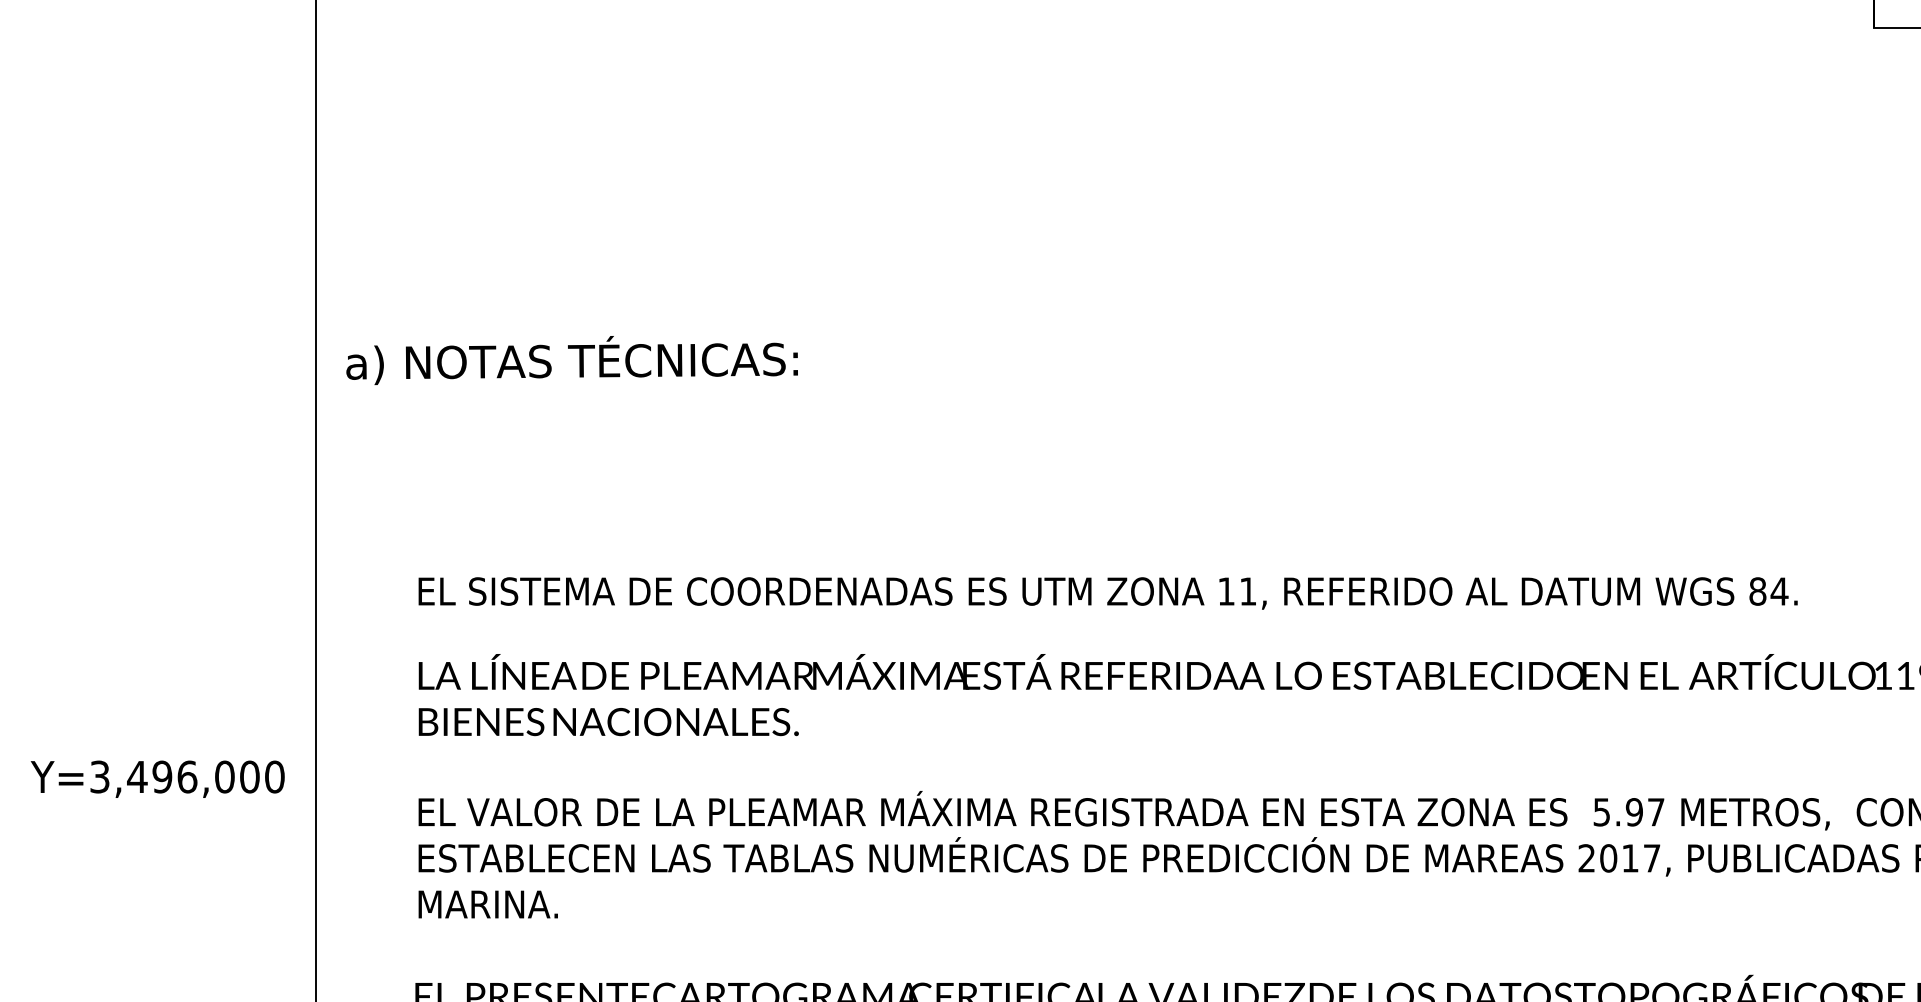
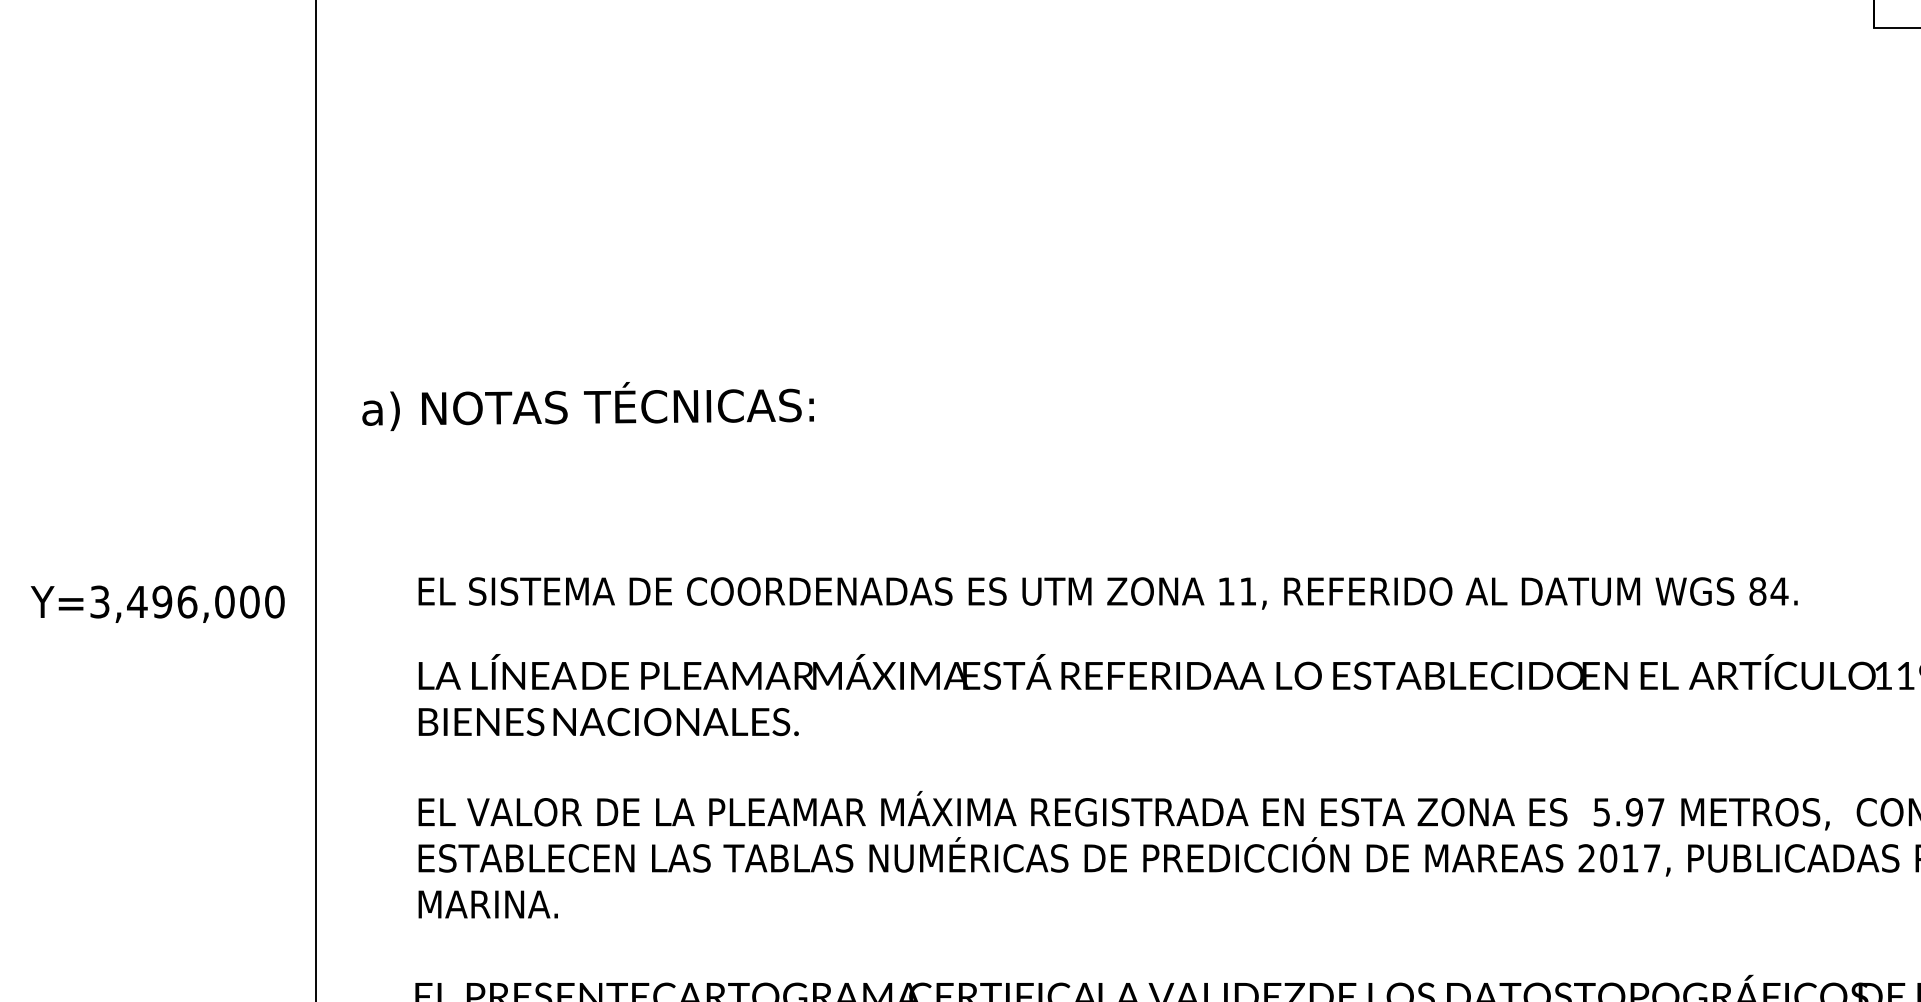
text at (571, 360) position: (571, 360) -> (587, 406)
text at (157, 778) position: (157, 778) -> (157, 603)
